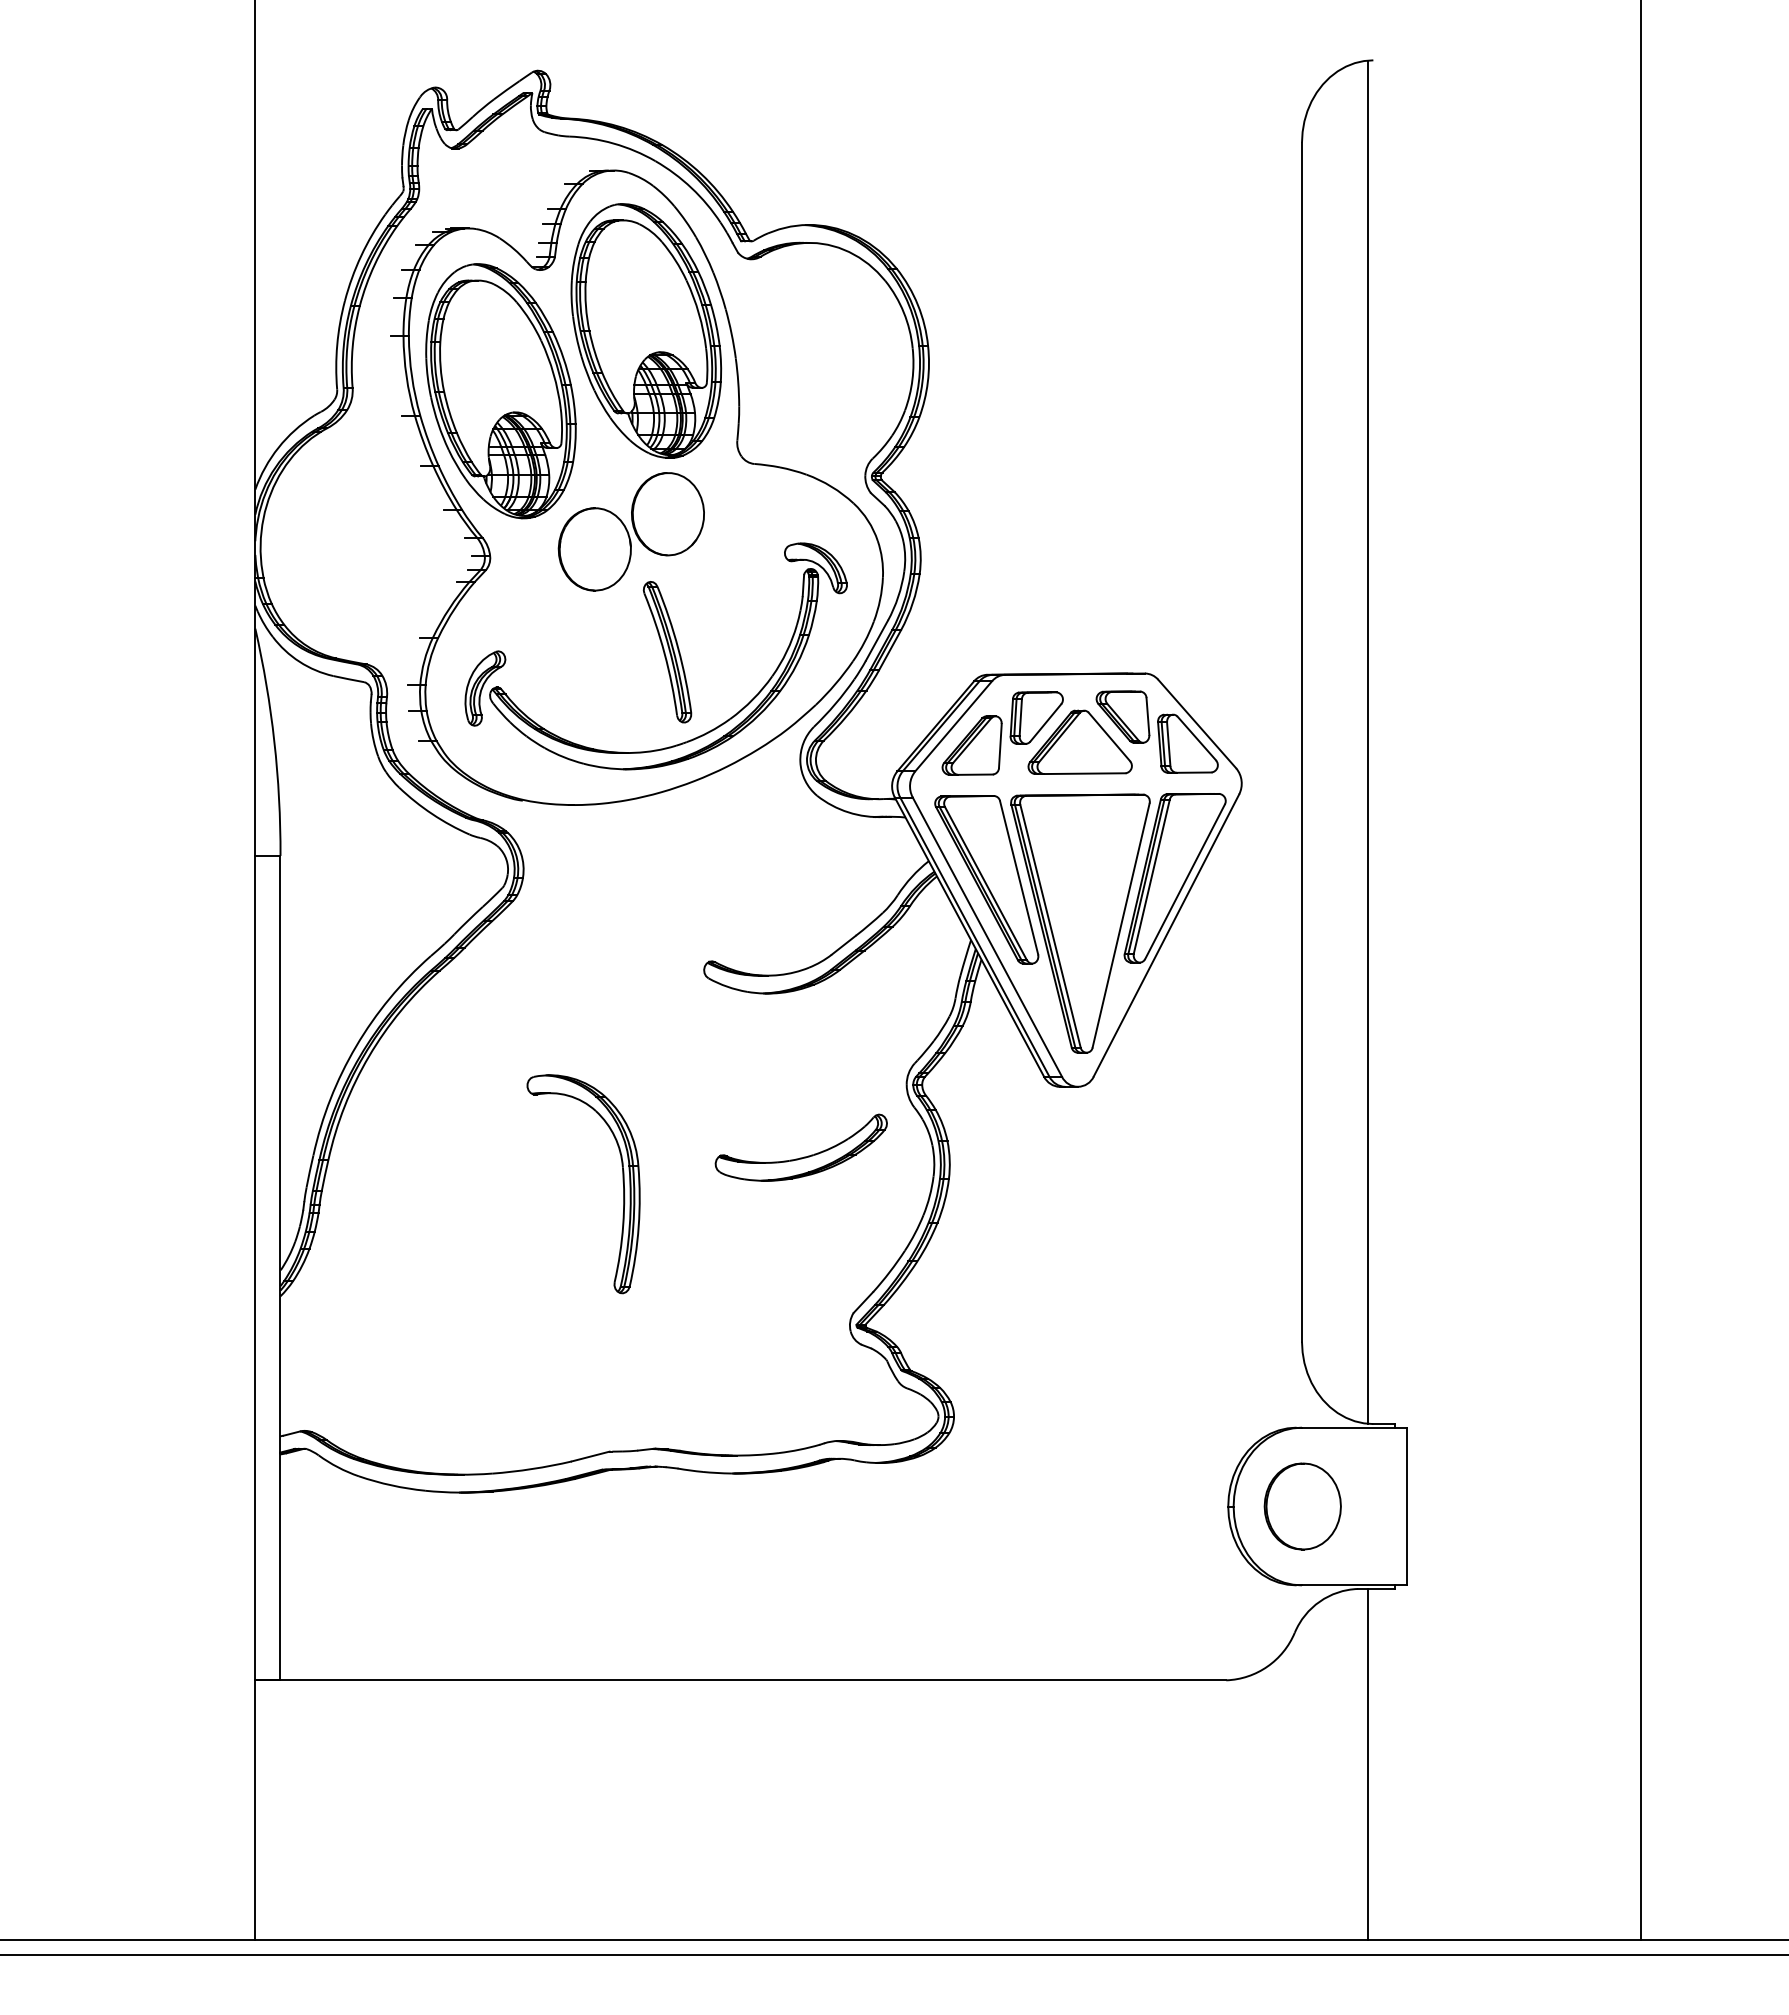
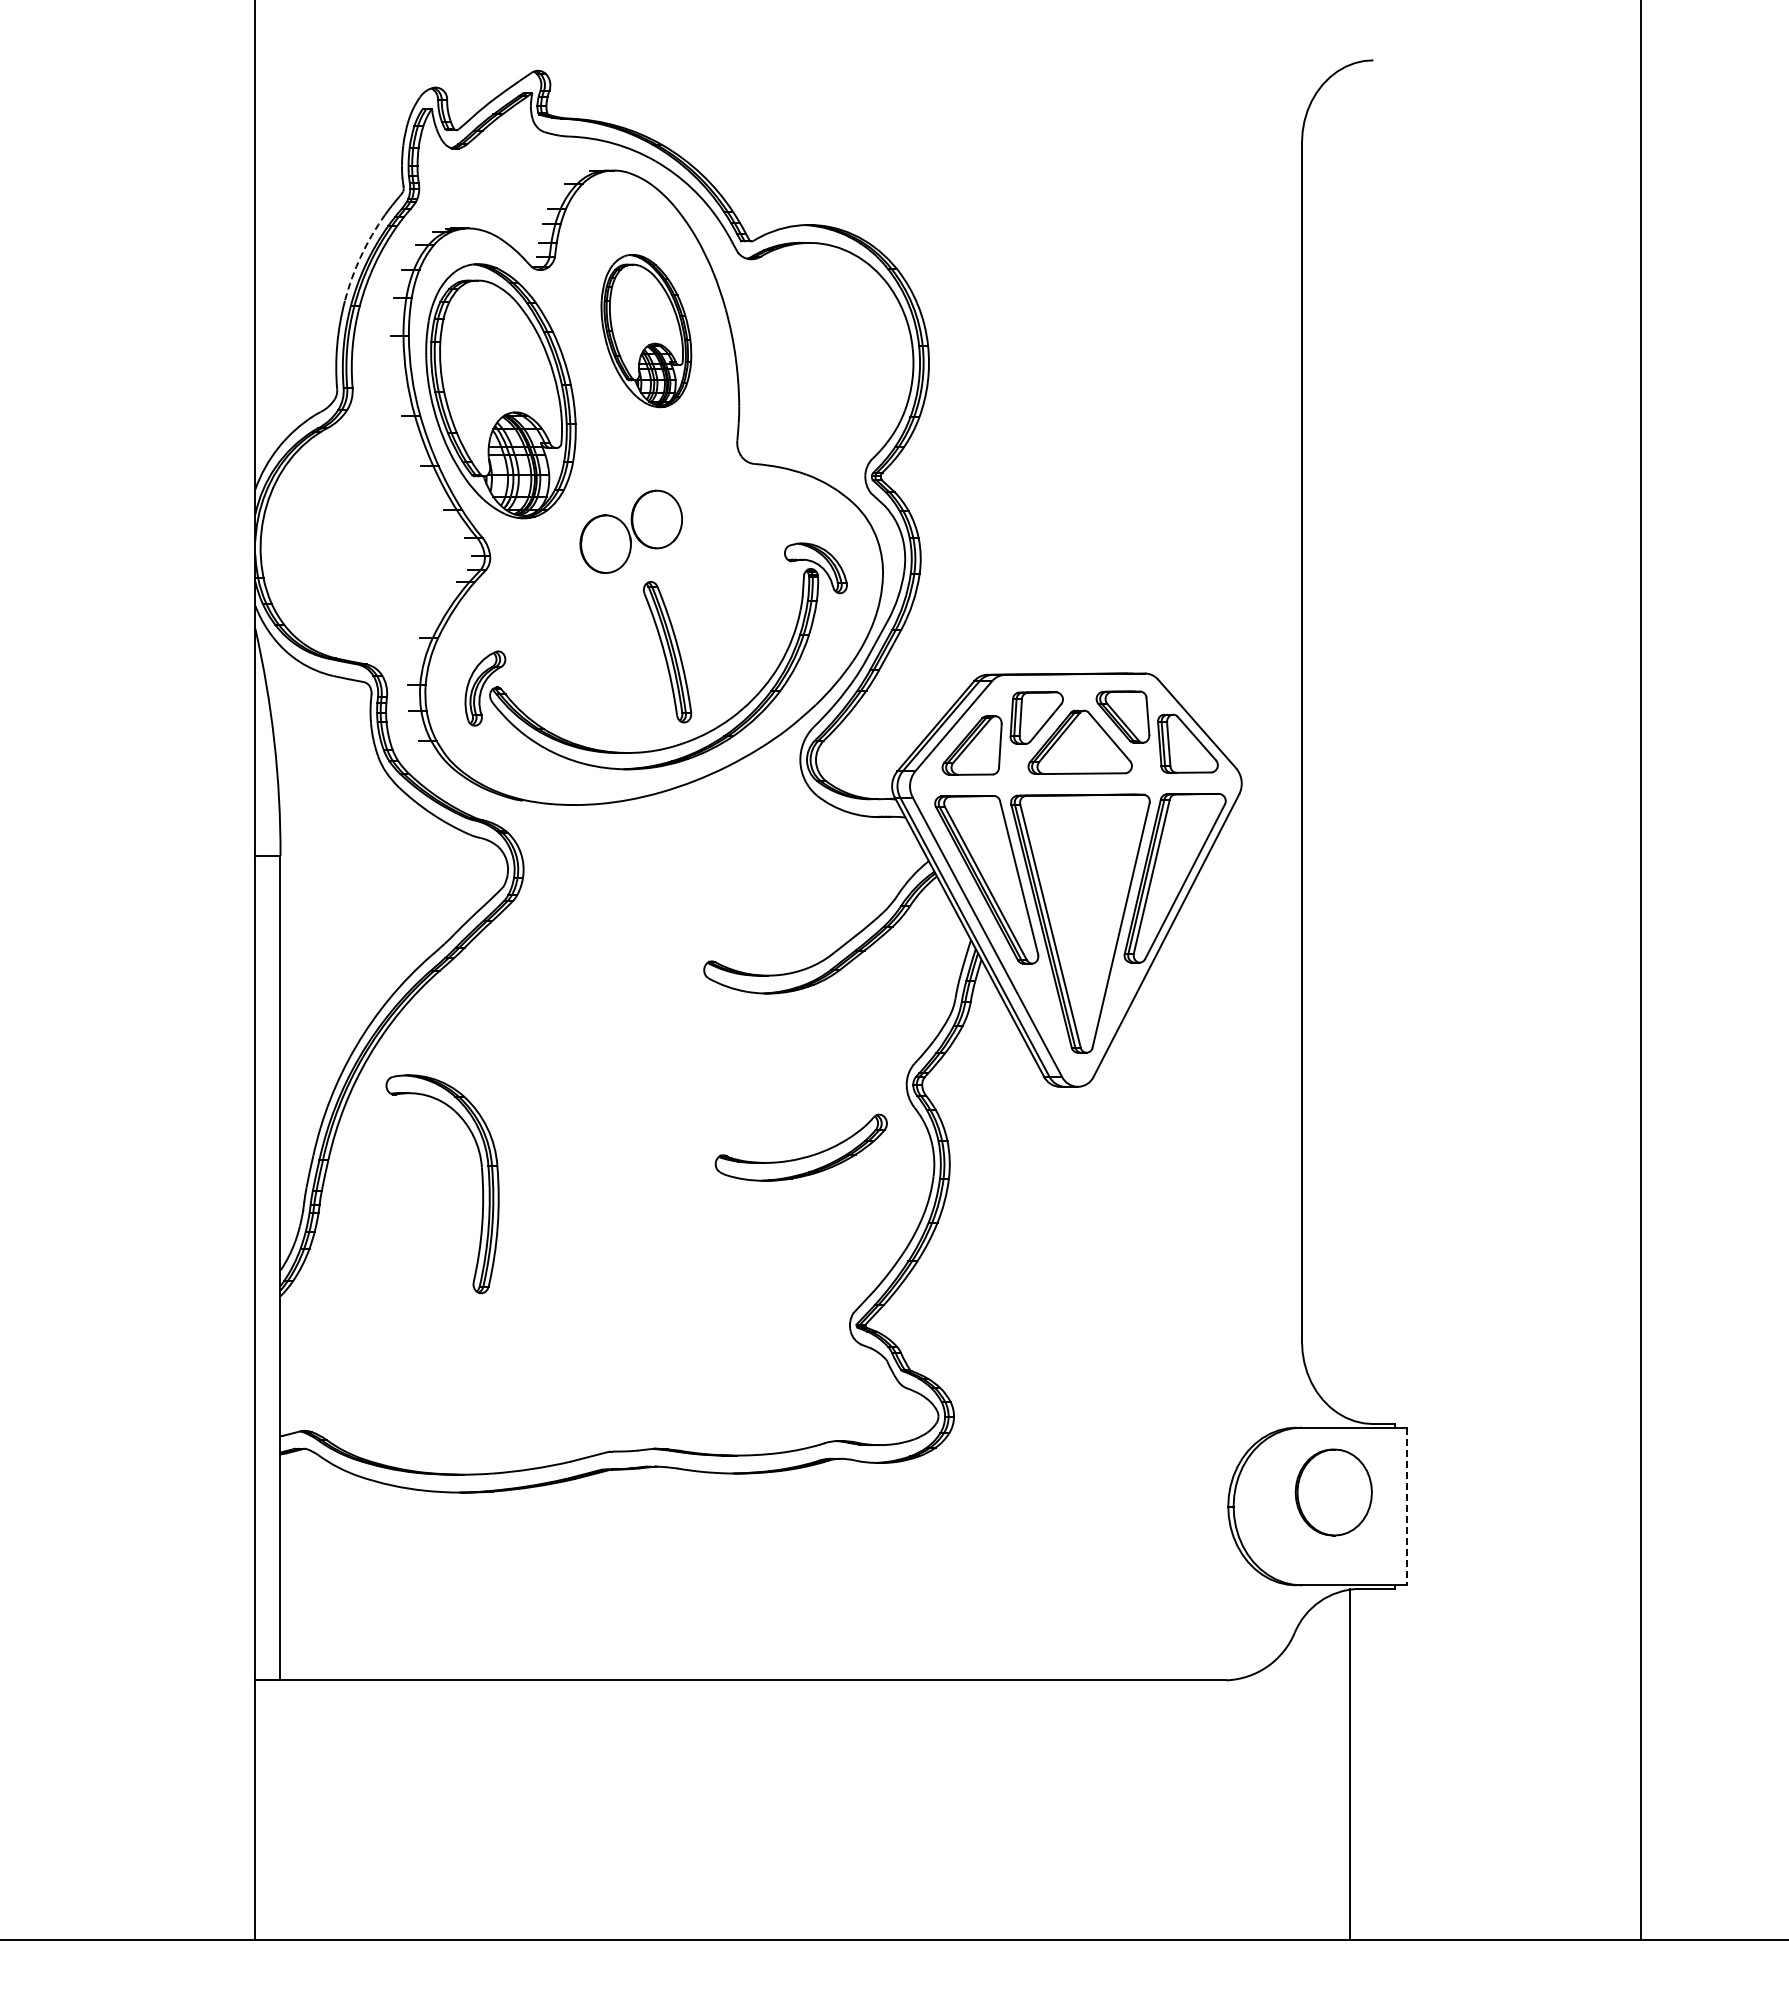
arc at (361, 255): solid -> dashed
part at (646, 330) size: 153x256 px -> 93x155 px
part at (630, 531) size: 148x120 px -> 105x85 px
line at (1368, 741): present -> none
part at (622, 1182) position: (622, 1182) -> (481, 1182)
part at (1302, 1506) position: (1302, 1506) -> (1333, 1492)
line at (1407, 1506): solid -> dashed
line at (1368, 1764) position: (1368, 1764) -> (1350, 1764)
line at (893, 1954): present -> none
